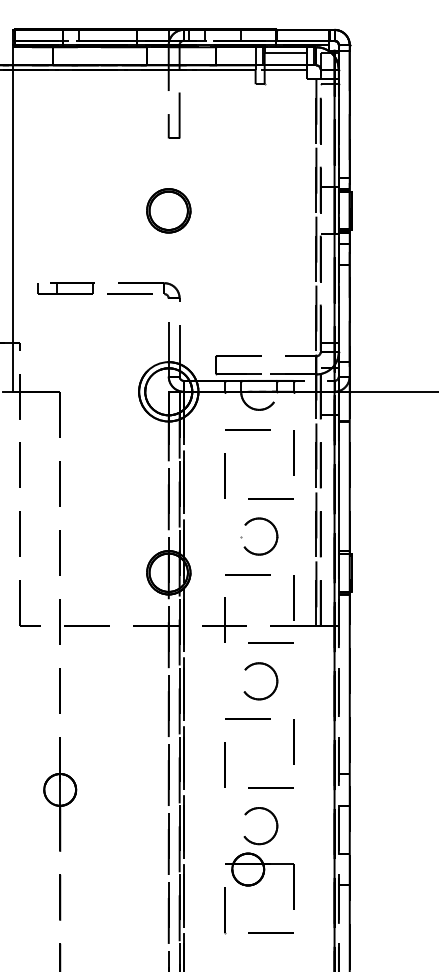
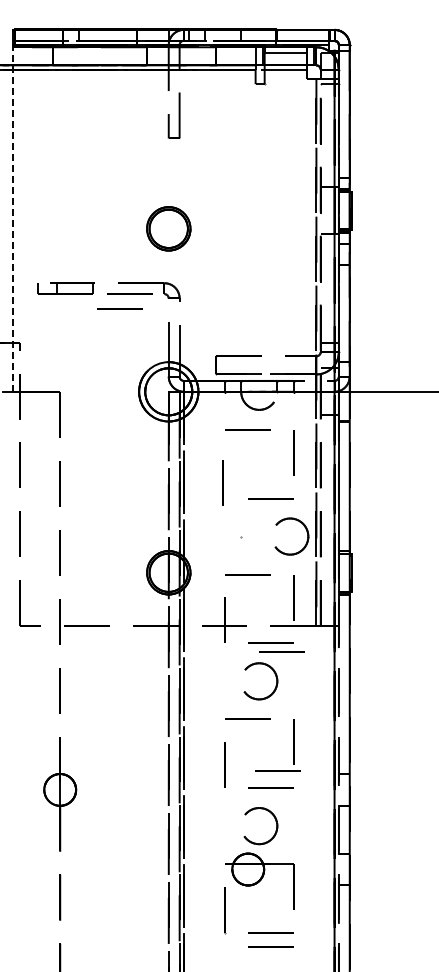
part at (168, 210) position: (168, 210) -> (168, 228)
line at (13, 217): solid -> dashed
line at (119, 308): none -> present
line at (224, 475) position: (224, 475) -> (222, 482)
part at (275, 532) position: (275, 532) -> (306, 532)
line at (281, 651): none -> present
line at (277, 770): none -> present
line at (270, 946): none -> present
